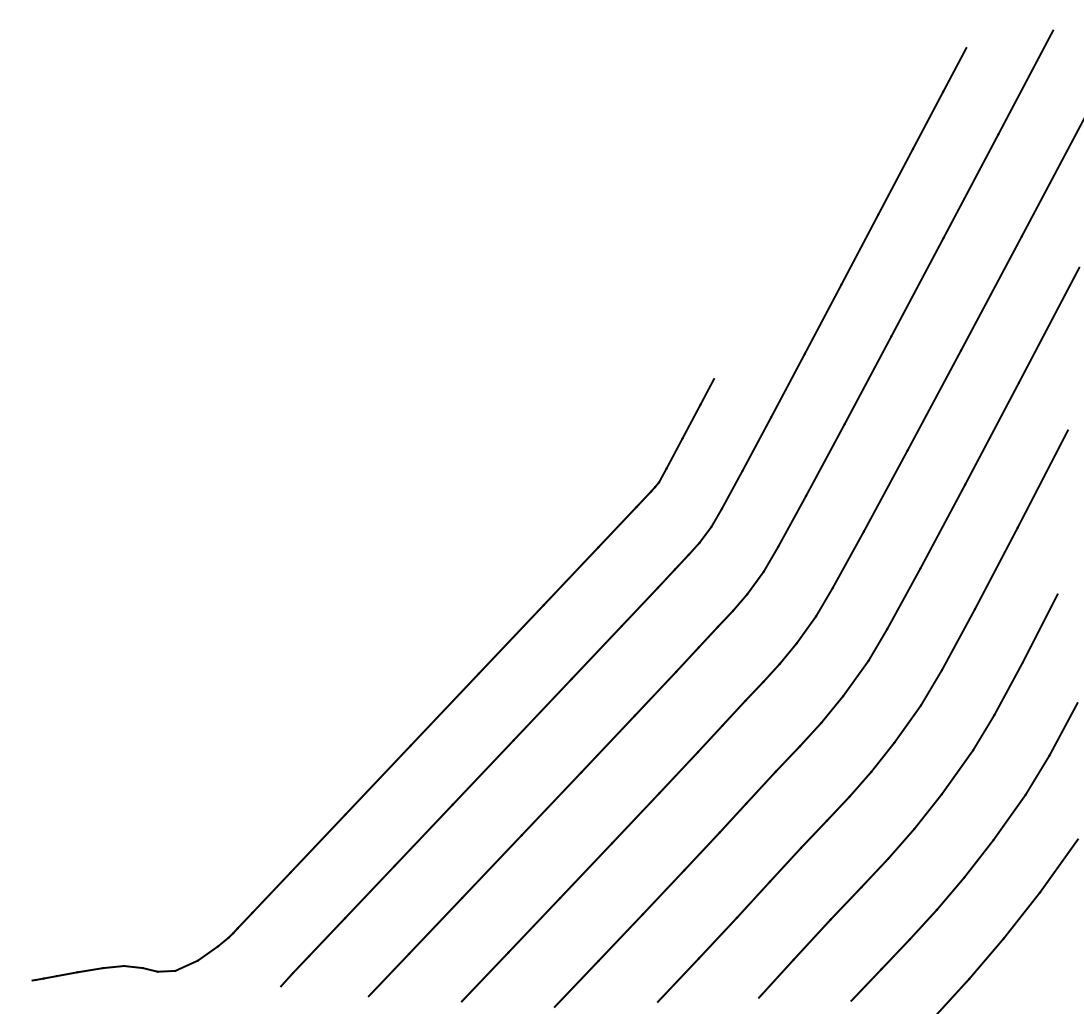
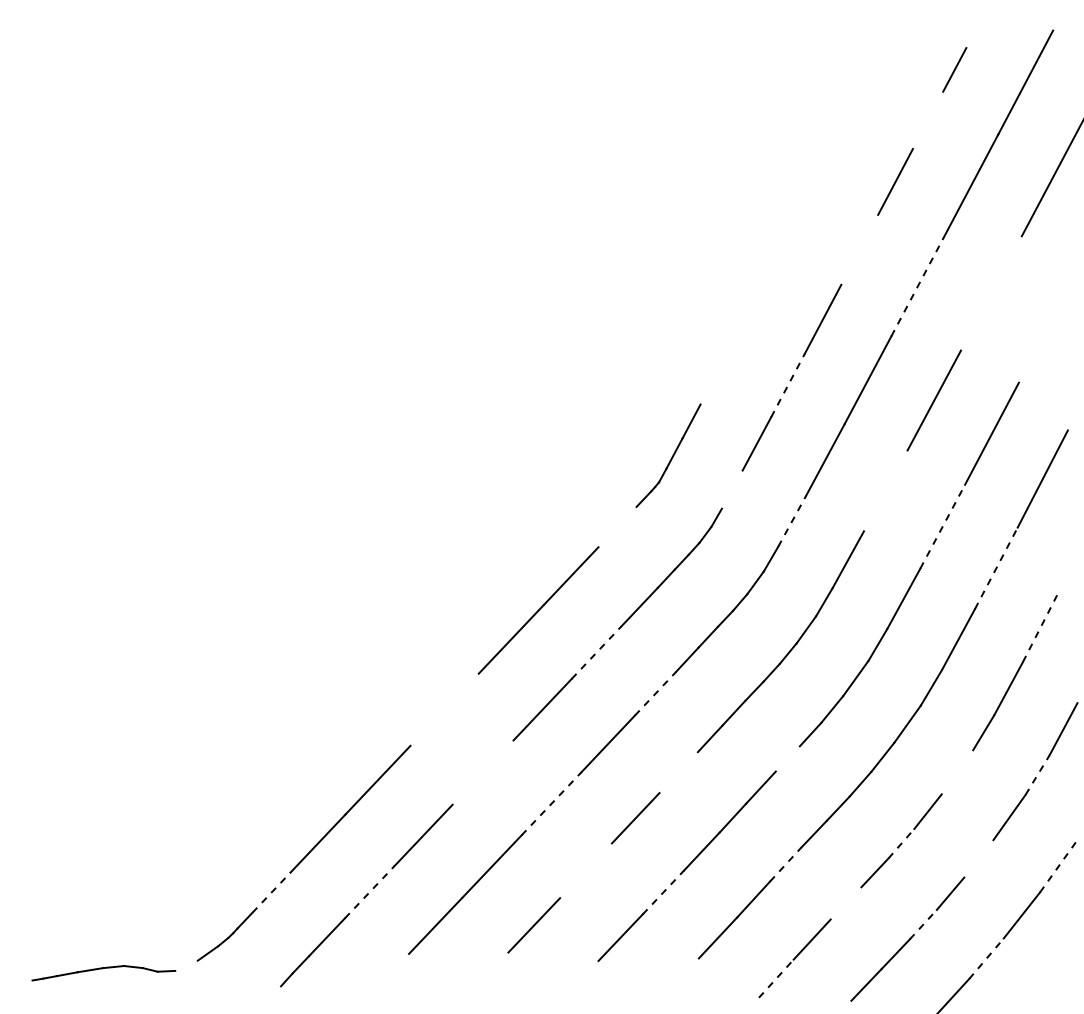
line at (927, 119): present -> none
line at (859, 249): present -> none
line at (917, 287): solid -> dashed
line at (991, 293): present -> none
line at (1048, 324): present -> none
line at (787, 385): solid -> dashed
line at (707, 391): present -> none
line at (731, 489): present -> none
line at (885, 490): present -> none
line at (792, 520): solid -> dashed
line at (617, 526): present -> none
line at (942, 526): solid -> dashed
line at (996, 567): solid -> dashed
line at (1040, 627): solid -> dashed
line at (597, 652): solid -> dashed
line at (655, 693): solid -> dashed
line at (444, 709): present -> none
line at (787, 758): present -> none
line at (482, 772): present -> none
line at (678, 772): present -> none
line at (957, 772): present -> none
line at (1037, 775): solid -> dashed
line at (551, 803): solid -> dashed
line at (901, 843): solid -> dashed
line at (978, 858): present -> none
line at (785, 864): solid -> dashed
line at (1058, 865): solid -> dashed
line at (585, 870): present -> none
line at (370, 891): solid -> dashed
line at (271, 892): solid -> dashed
line at (663, 892): solid -> dashed
line at (845, 903): present -> none
line at (923, 924): solid -> dashed
line at (986, 958): solid -> dashed
line at (186, 965): present -> none
line at (388, 974): present -> none
line at (484, 976): present -> none
line at (776, 978): solid -> dashed
line at (677, 979): present -> none
line at (576, 983): present -> none
